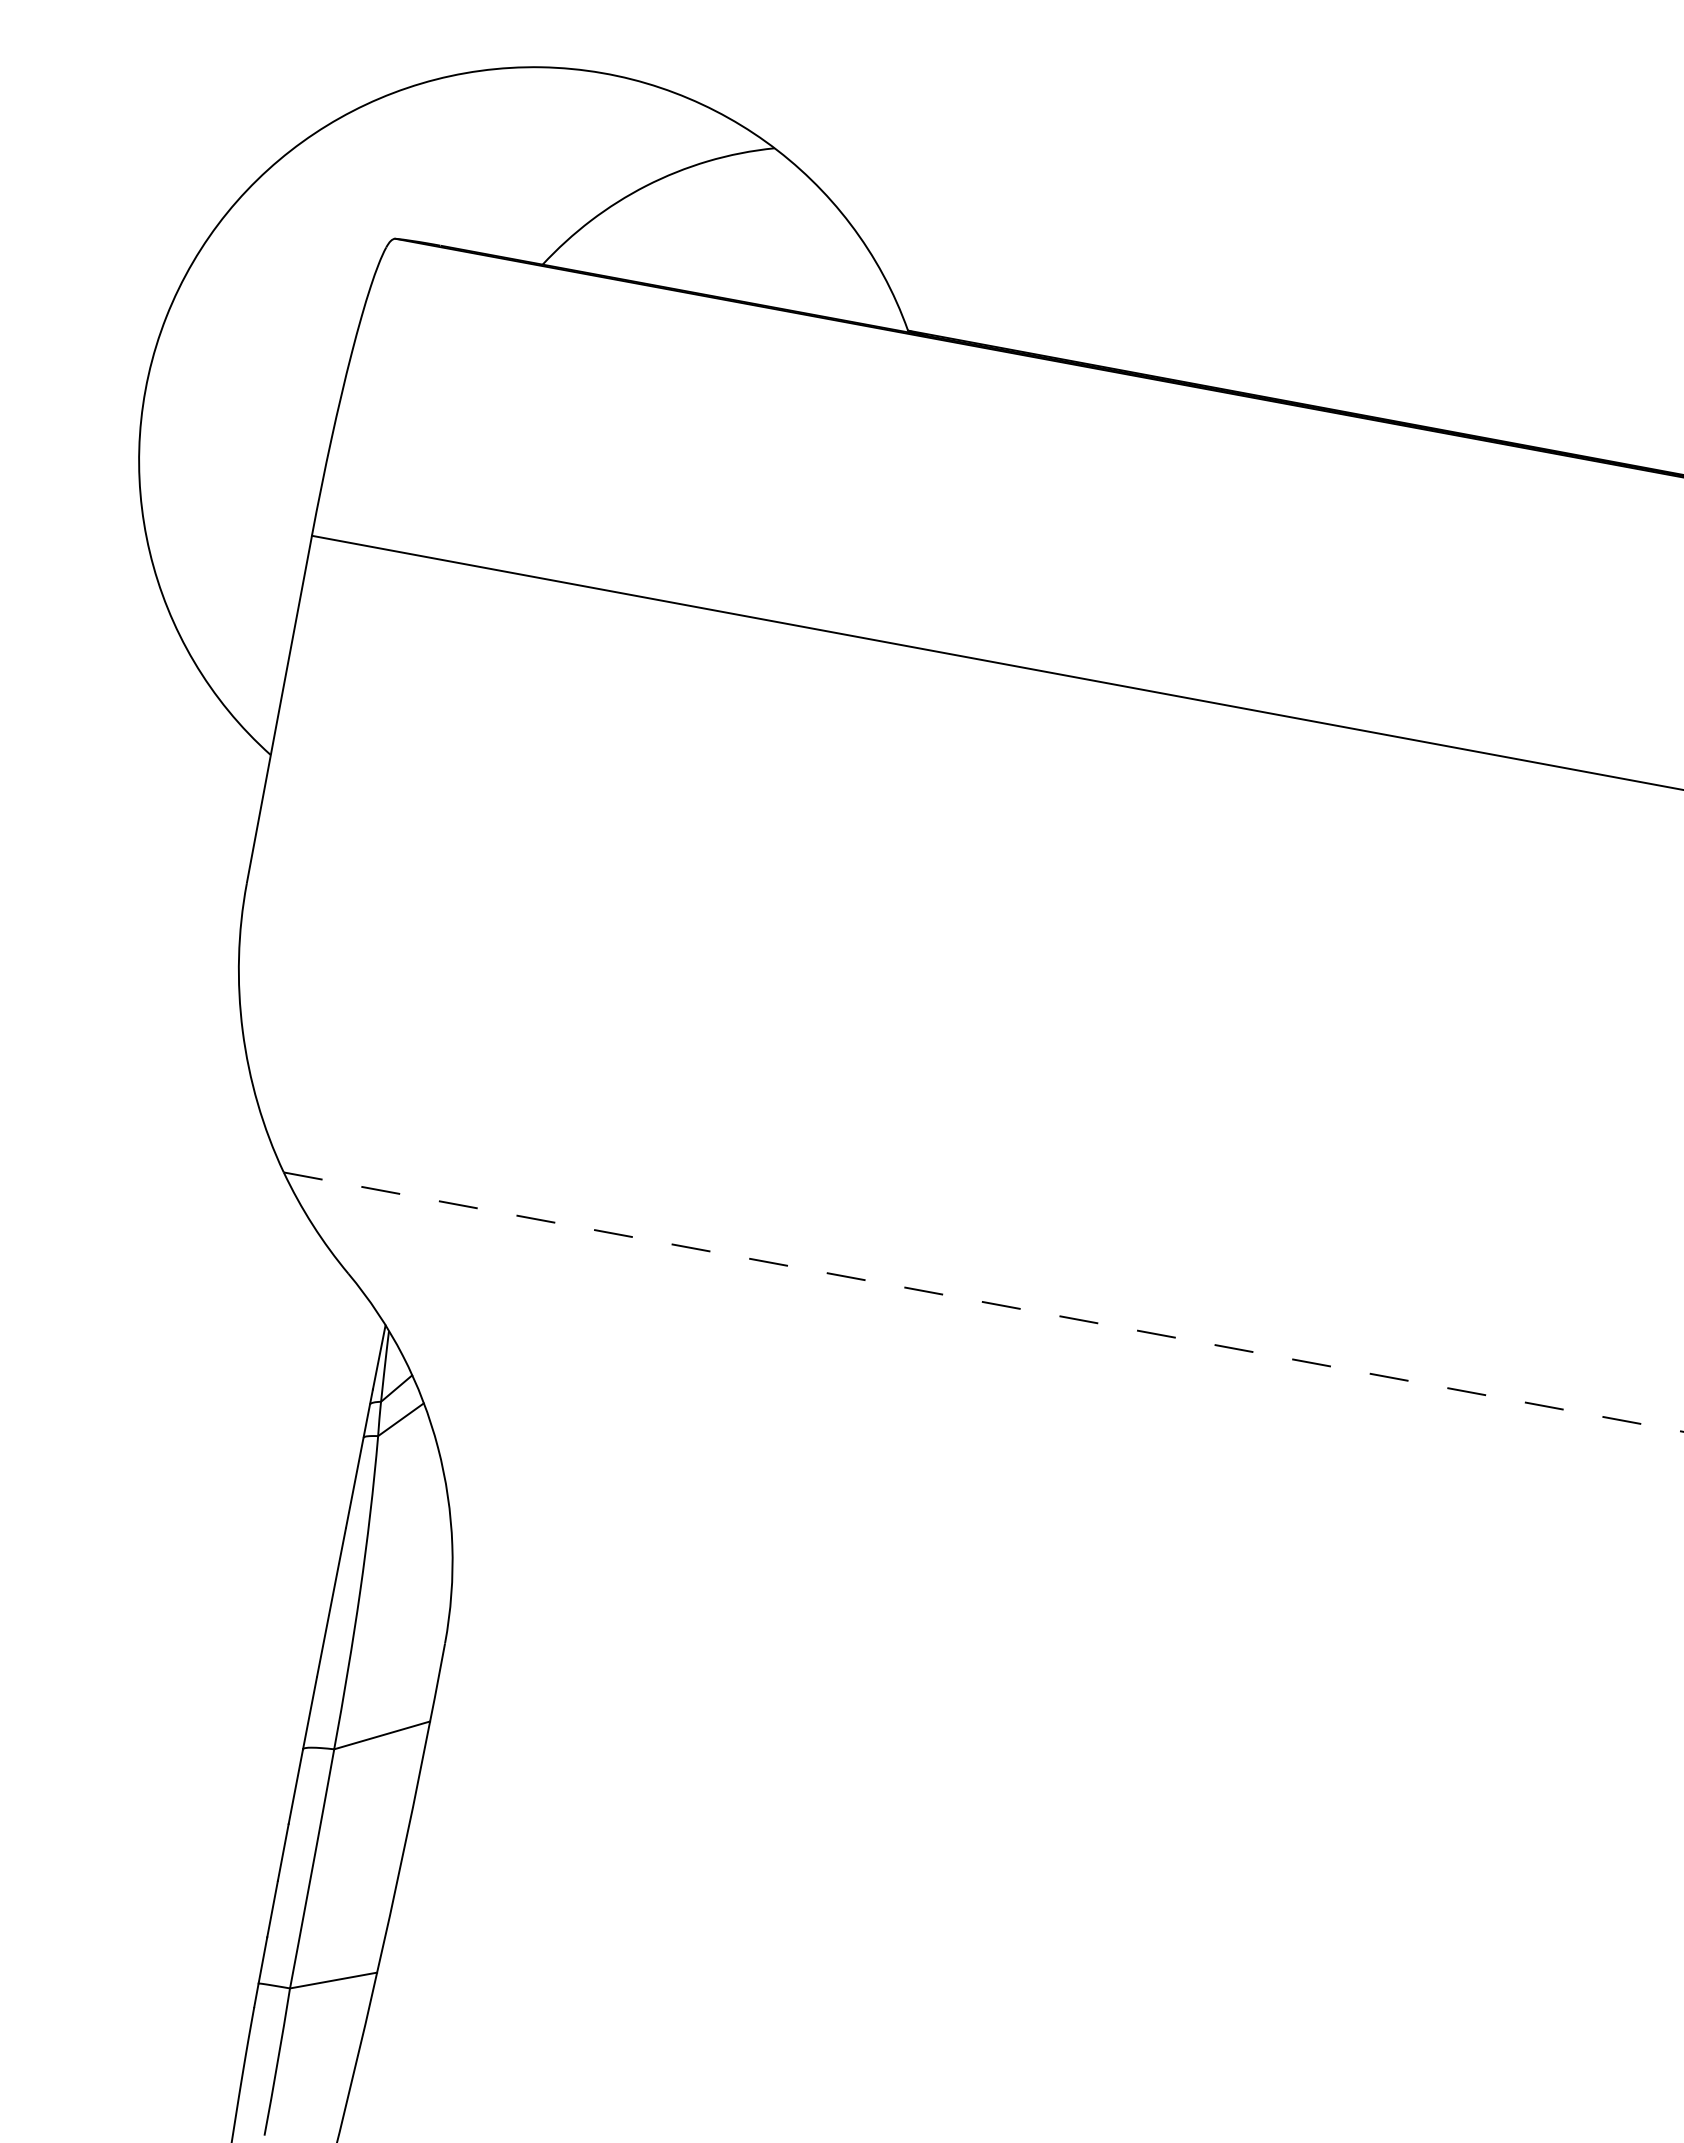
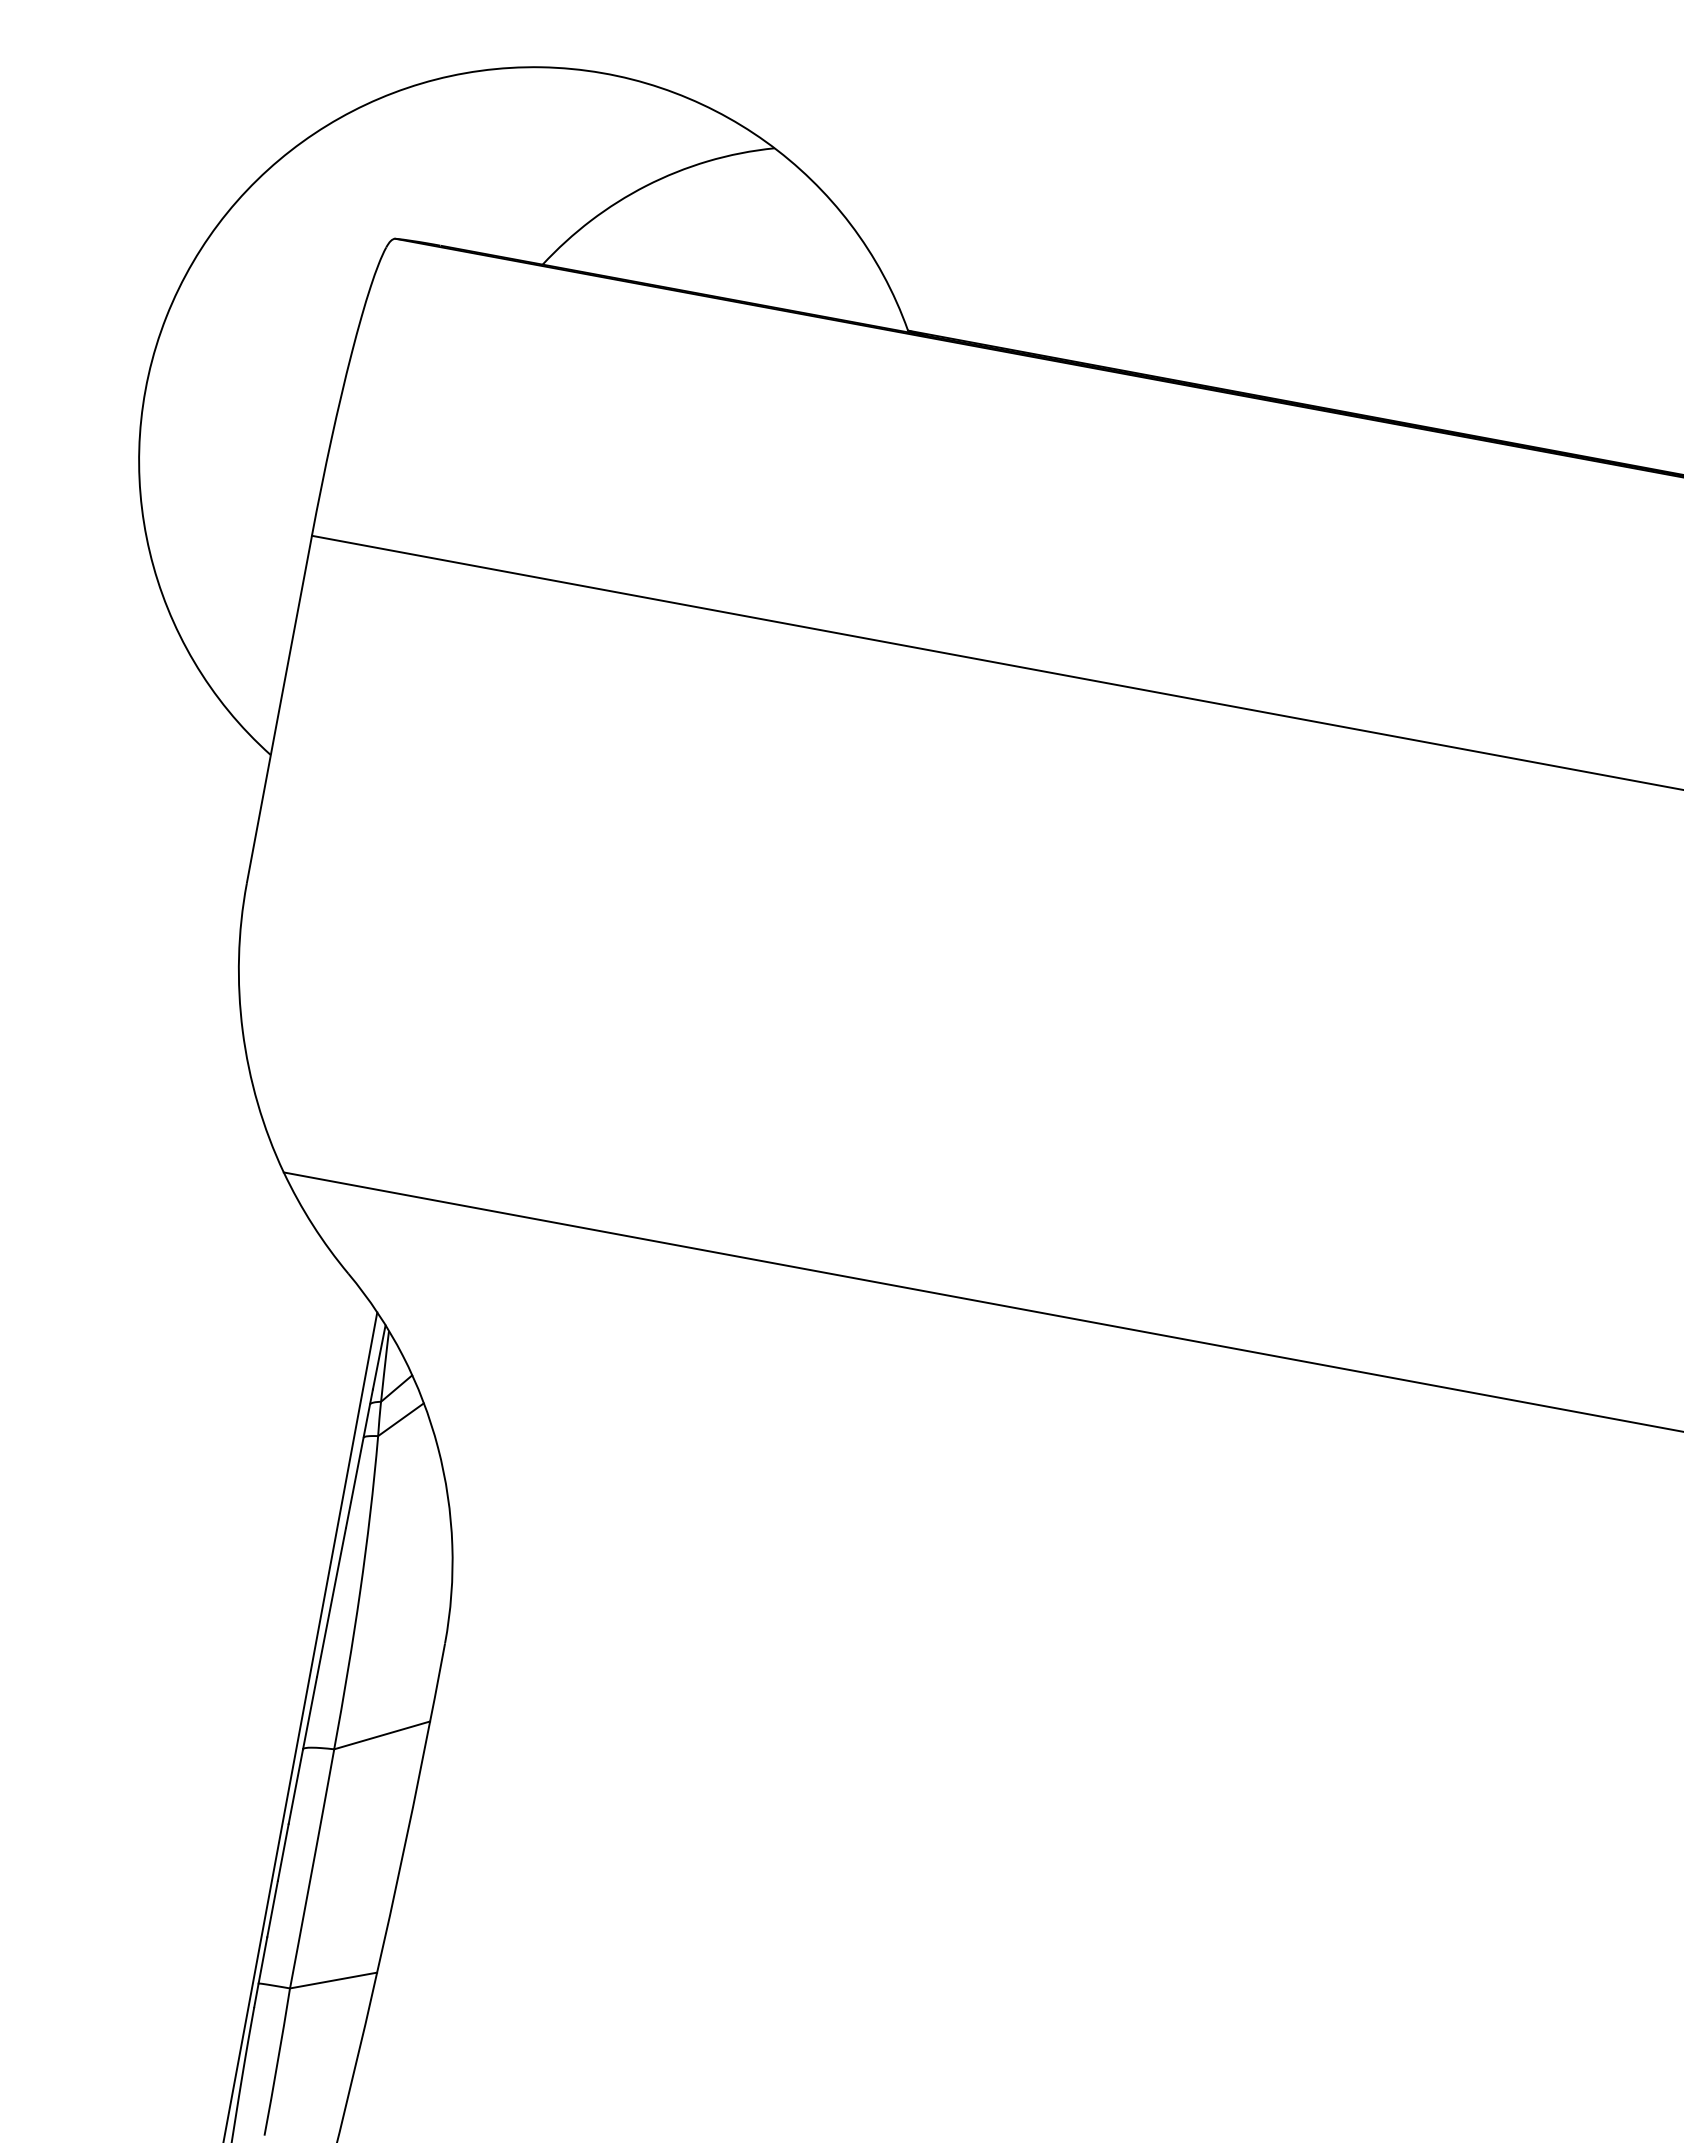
line at (983, 1302): dashed -> solid
line at (300, 1725): none -> present
